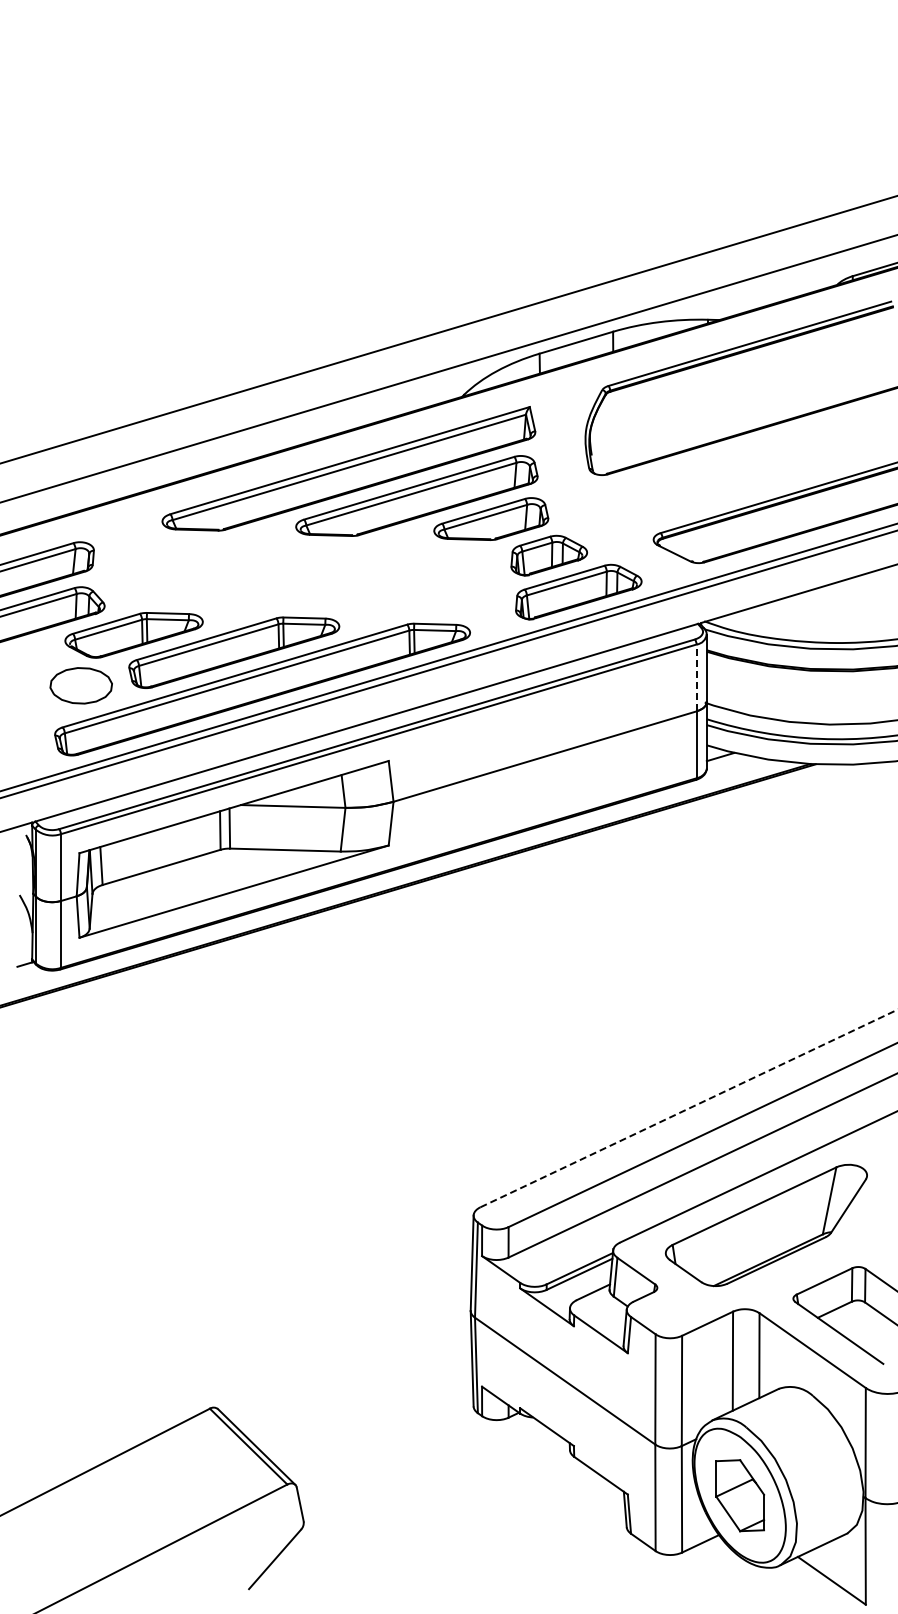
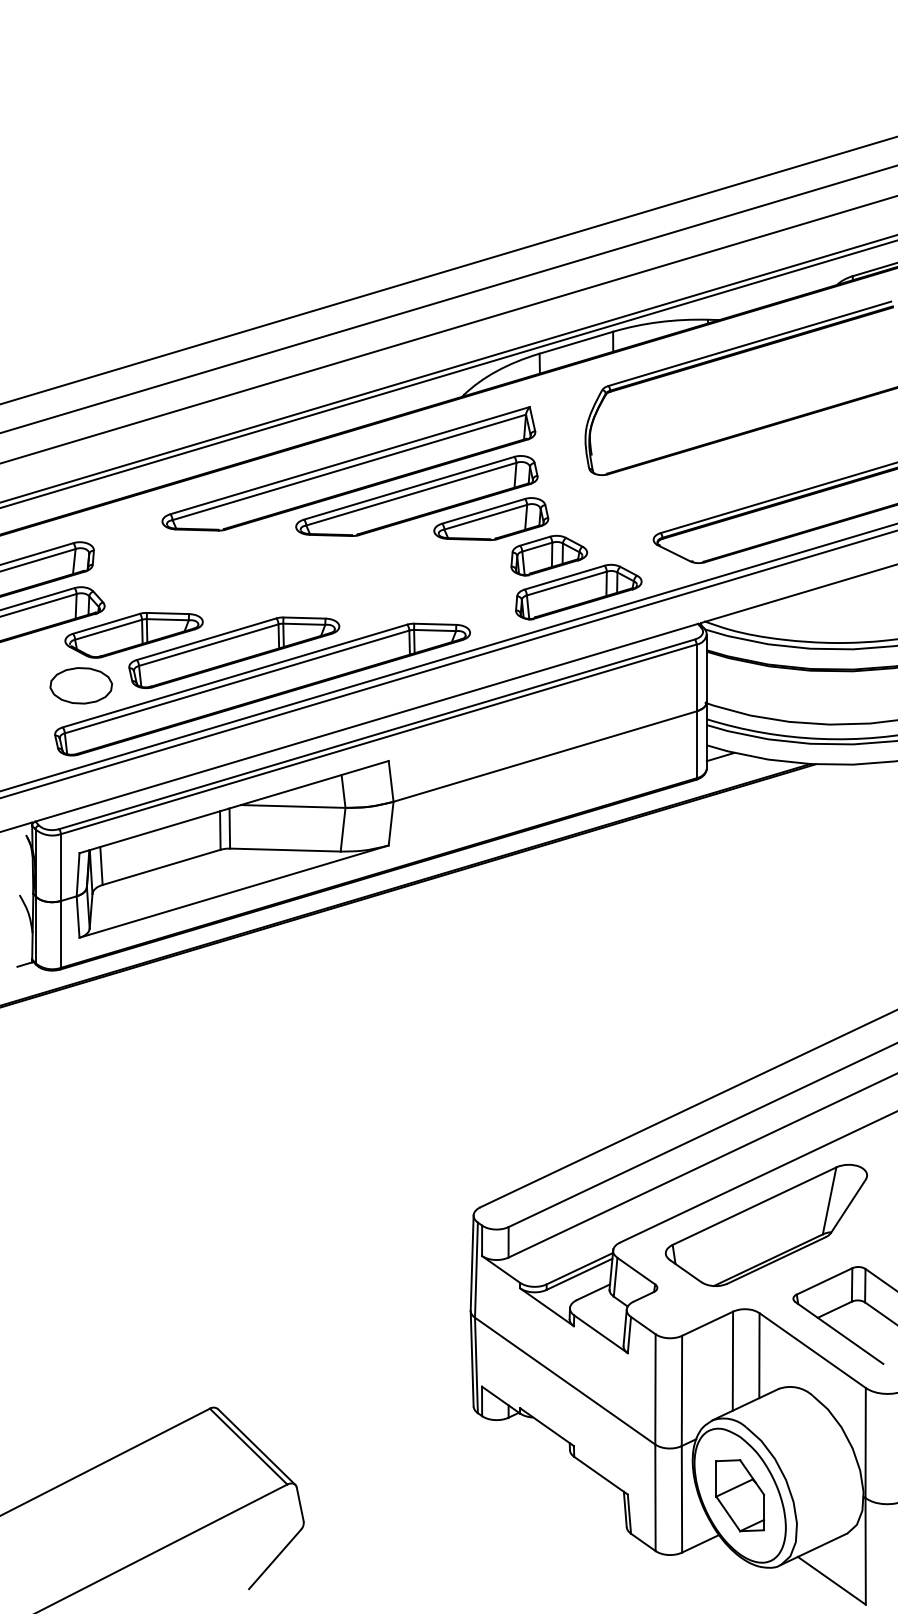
line at (448, 270): none -> present
line at (448, 299): none -> present
line at (448, 374): none -> present
line at (696, 677): dashed -> solid
line at (689, 1108): dashed -> solid
